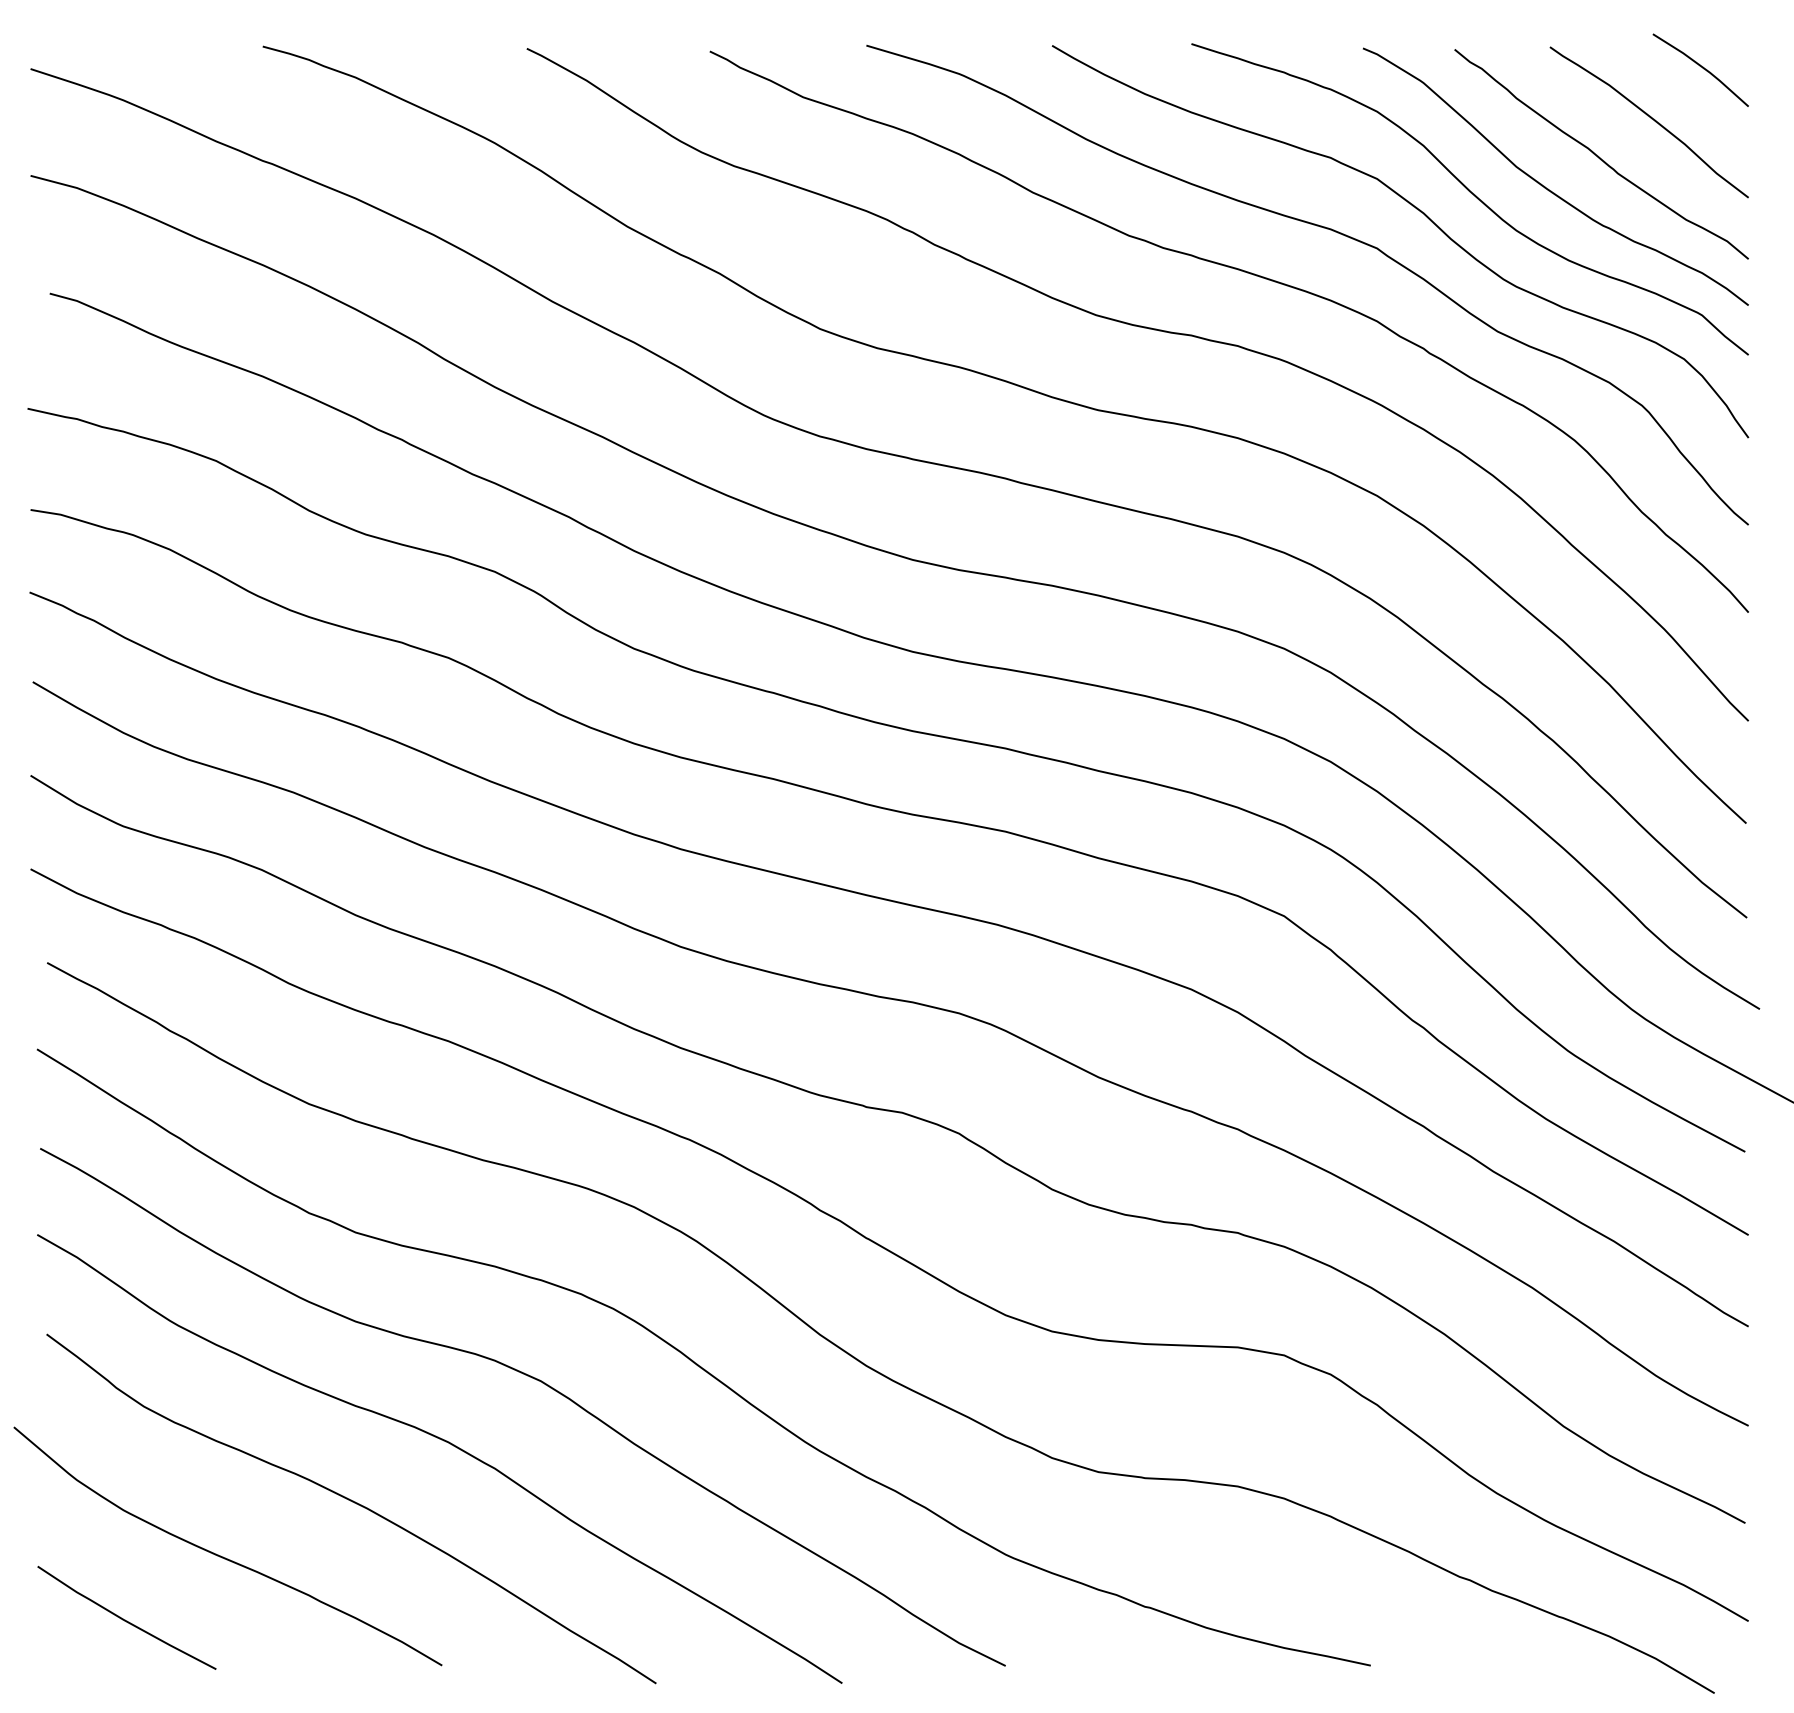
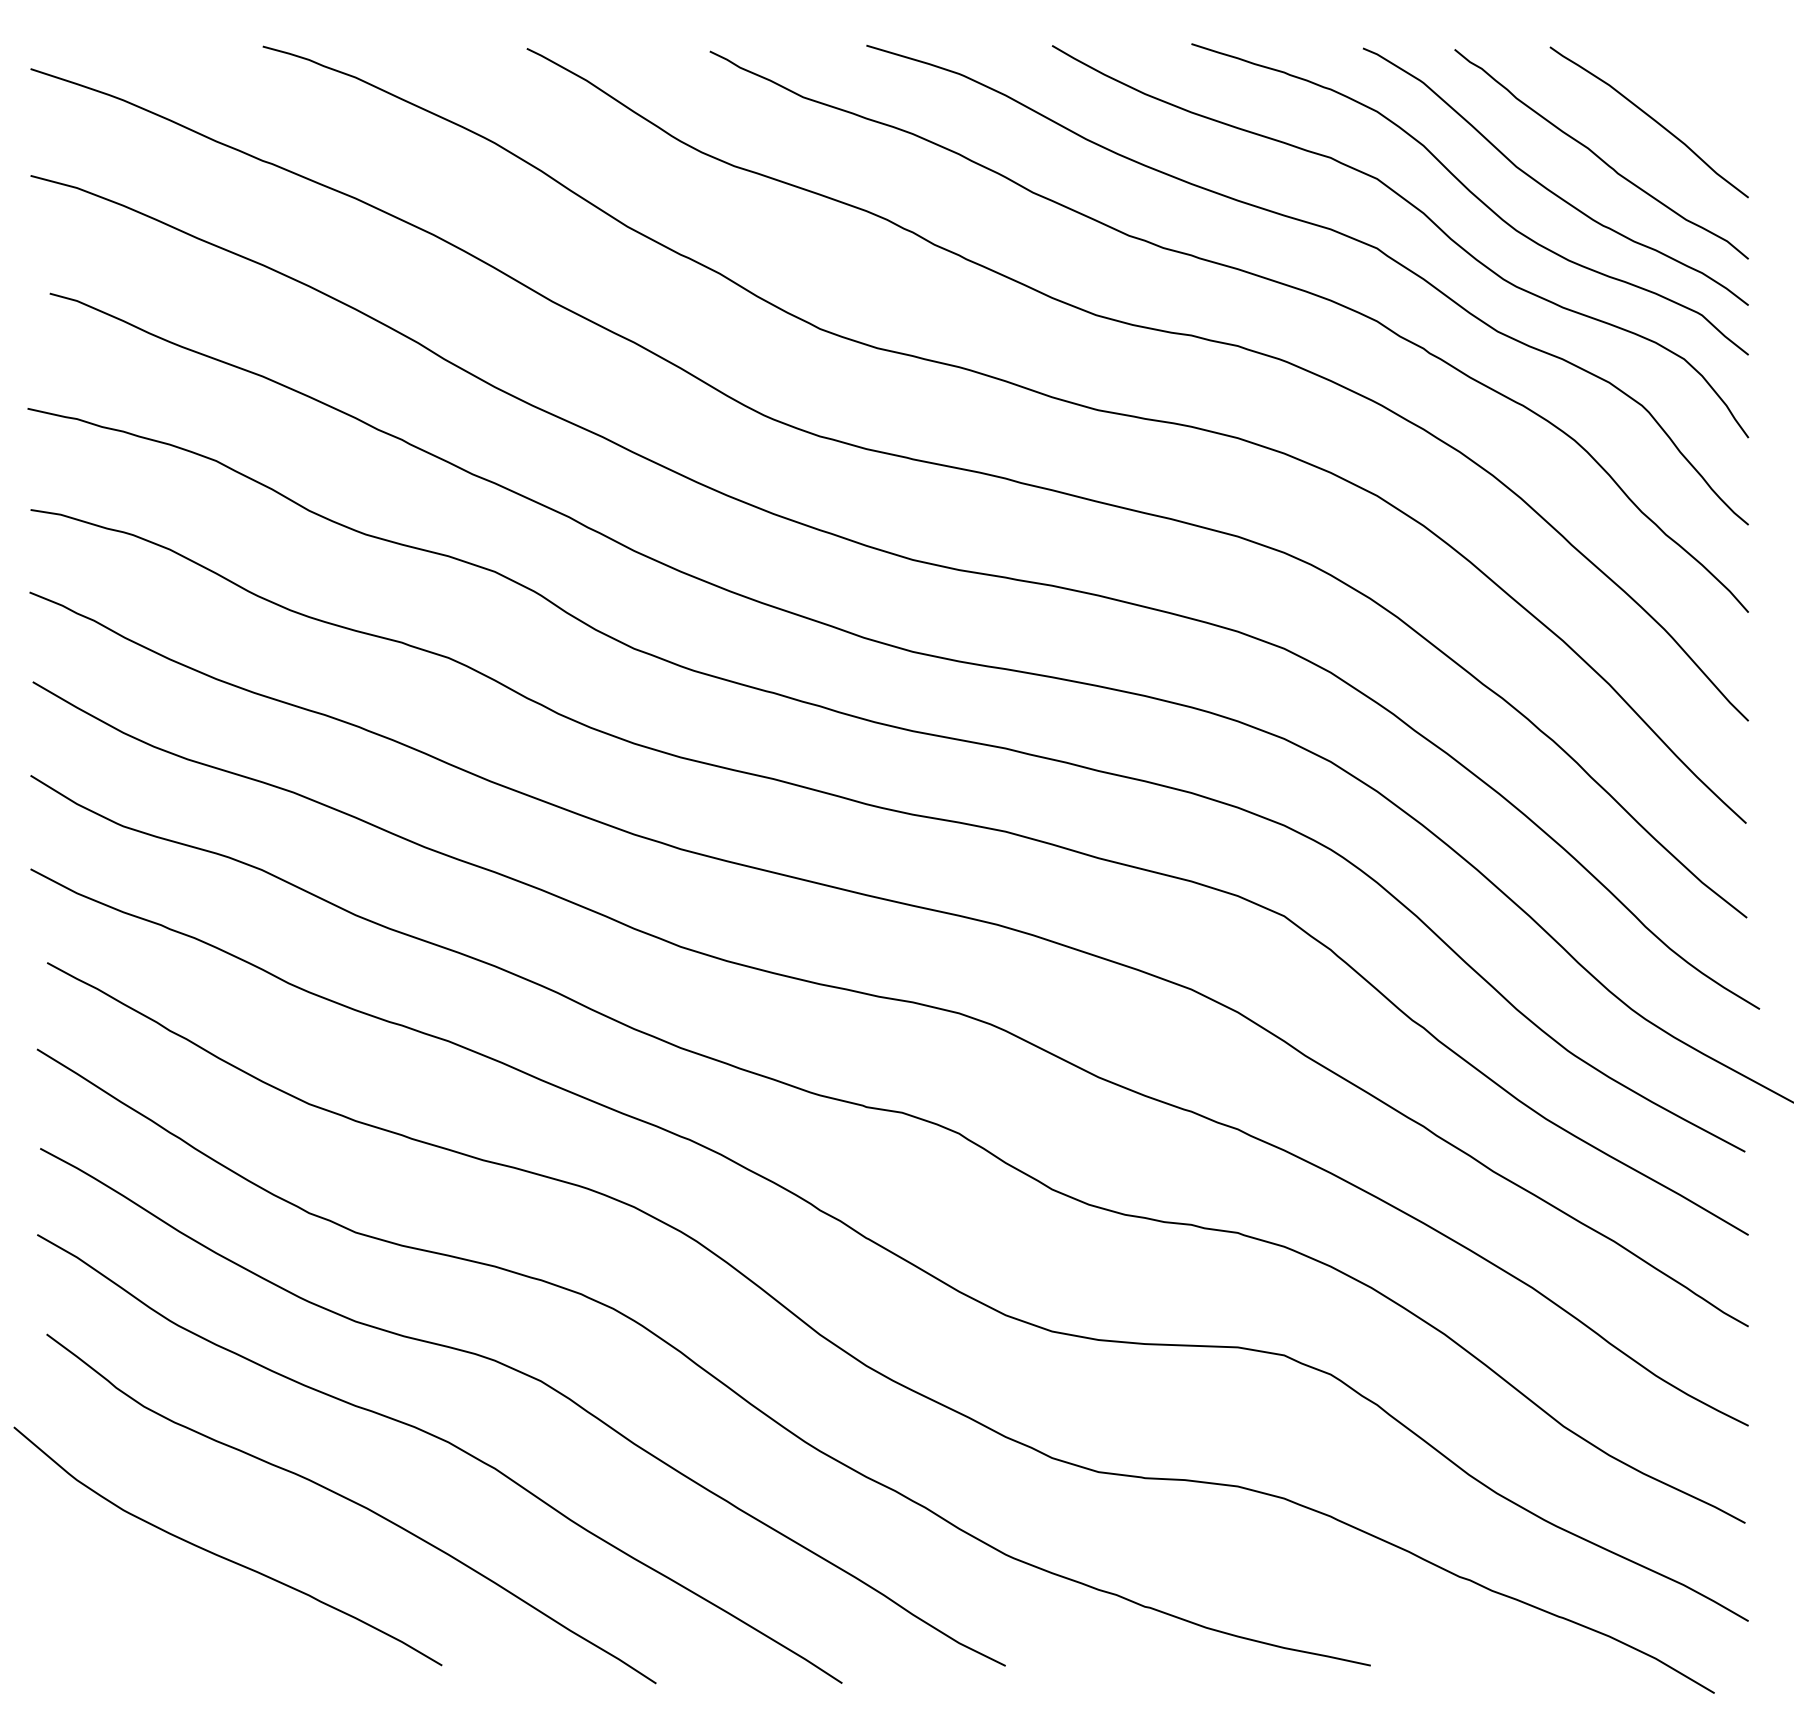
line at (1701, 67): present -> none
curve at (125, 1619): present -> none
